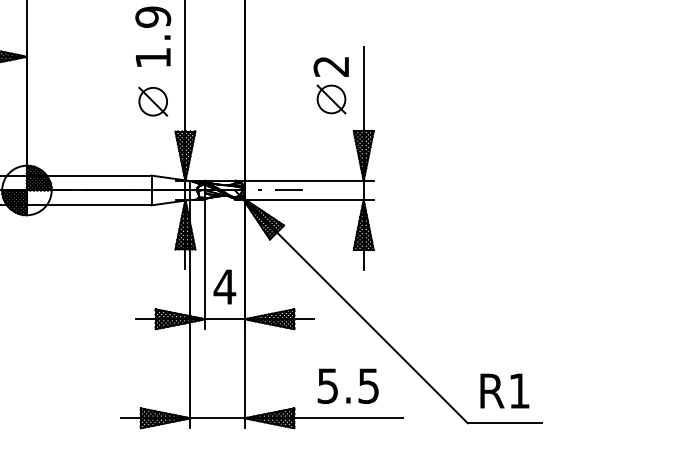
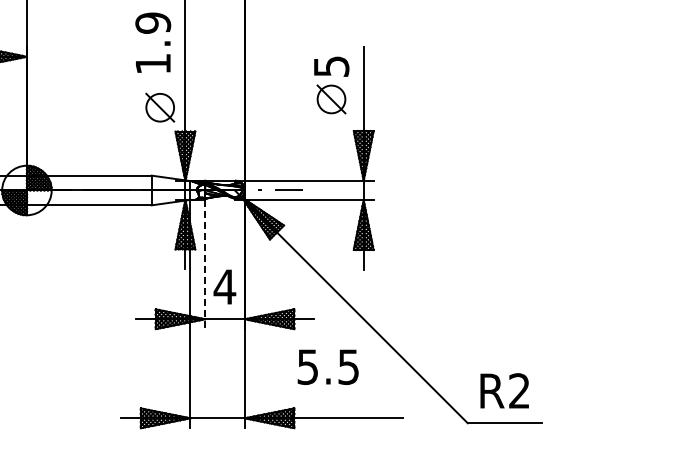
text at (153, 36) position: (153, 36) -> (153, 42)
text at (331, 66): 2 -> 5
part at (153, 101) position: (153, 101) -> (160, 107)
line at (205, 265): solid -> dashed
text at (347, 385) position: (347, 385) -> (327, 366)
text at (519, 390): R1 -> R2
